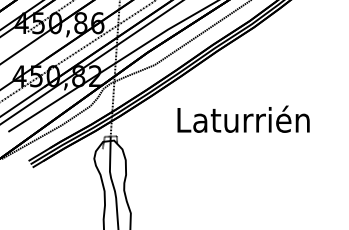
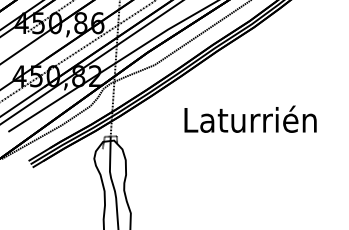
text at (243, 118) position: (243, 118) -> (250, 118)
